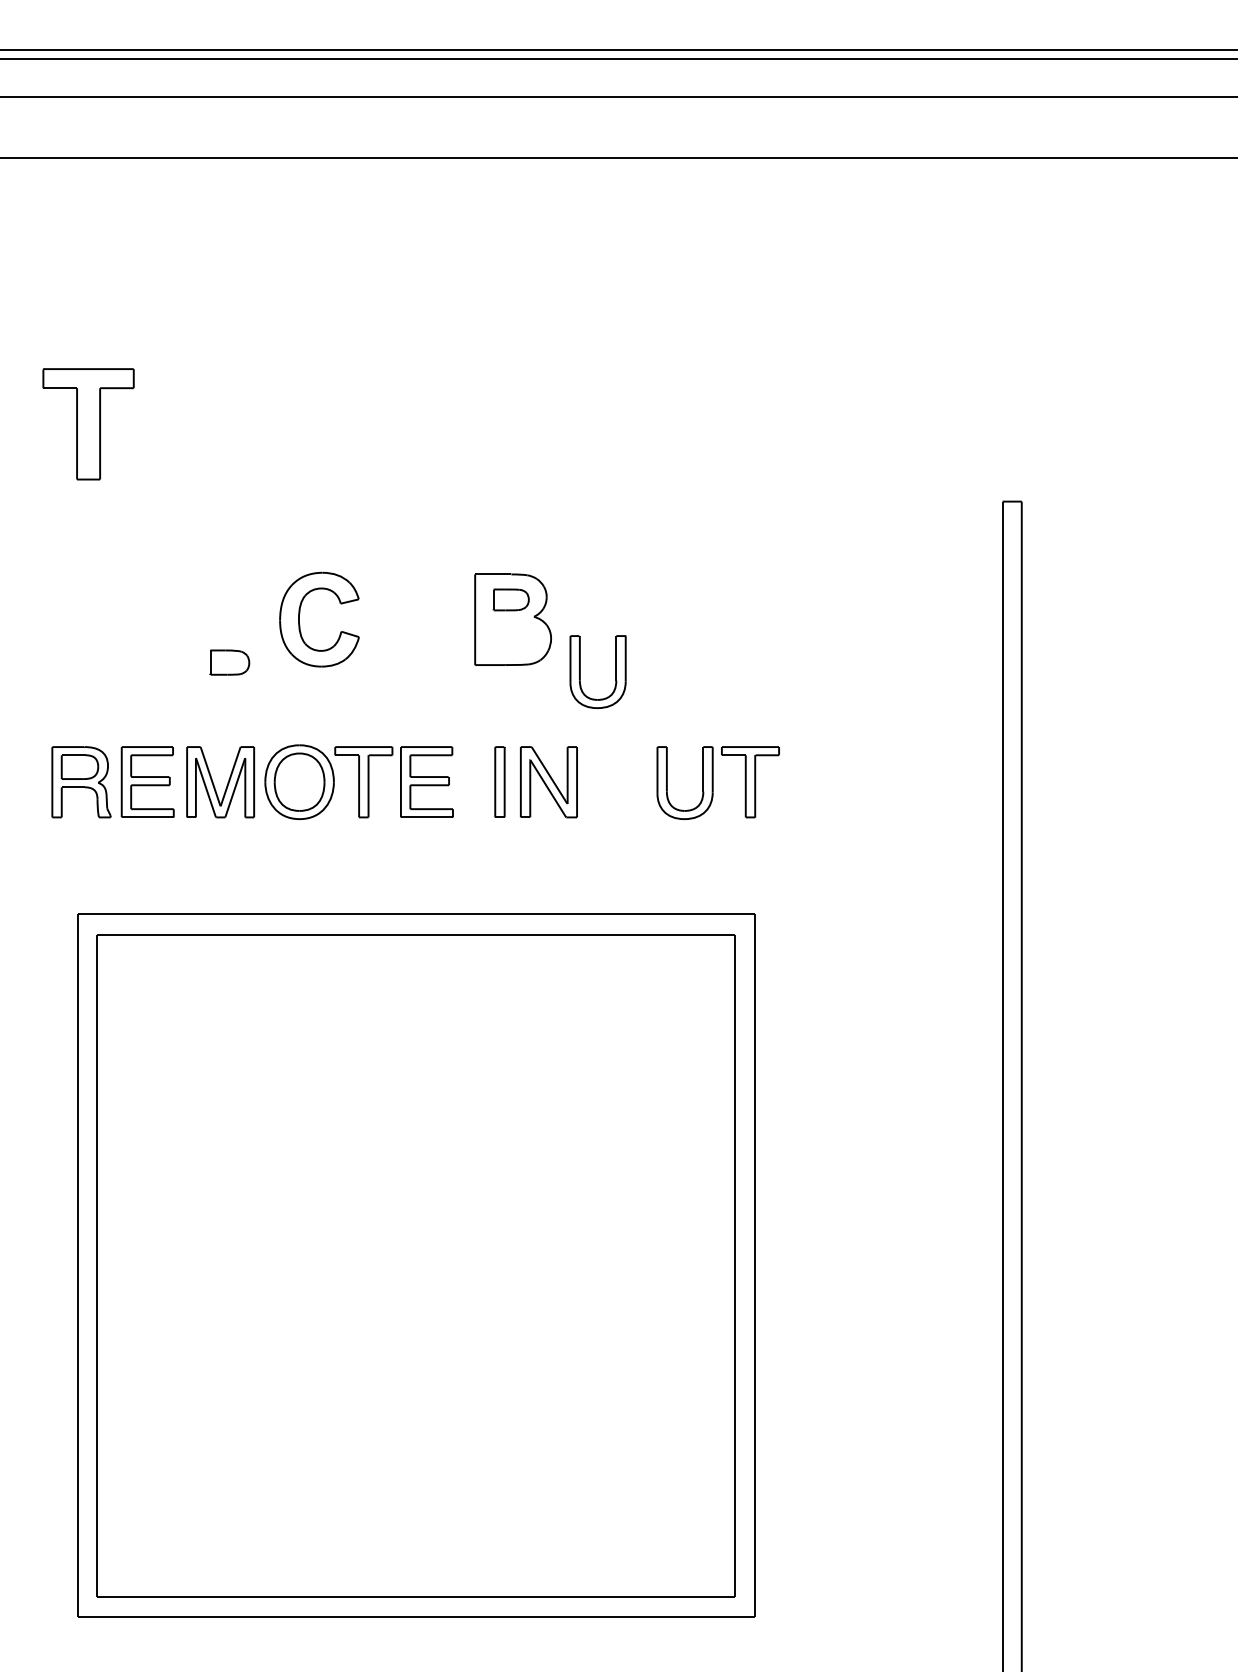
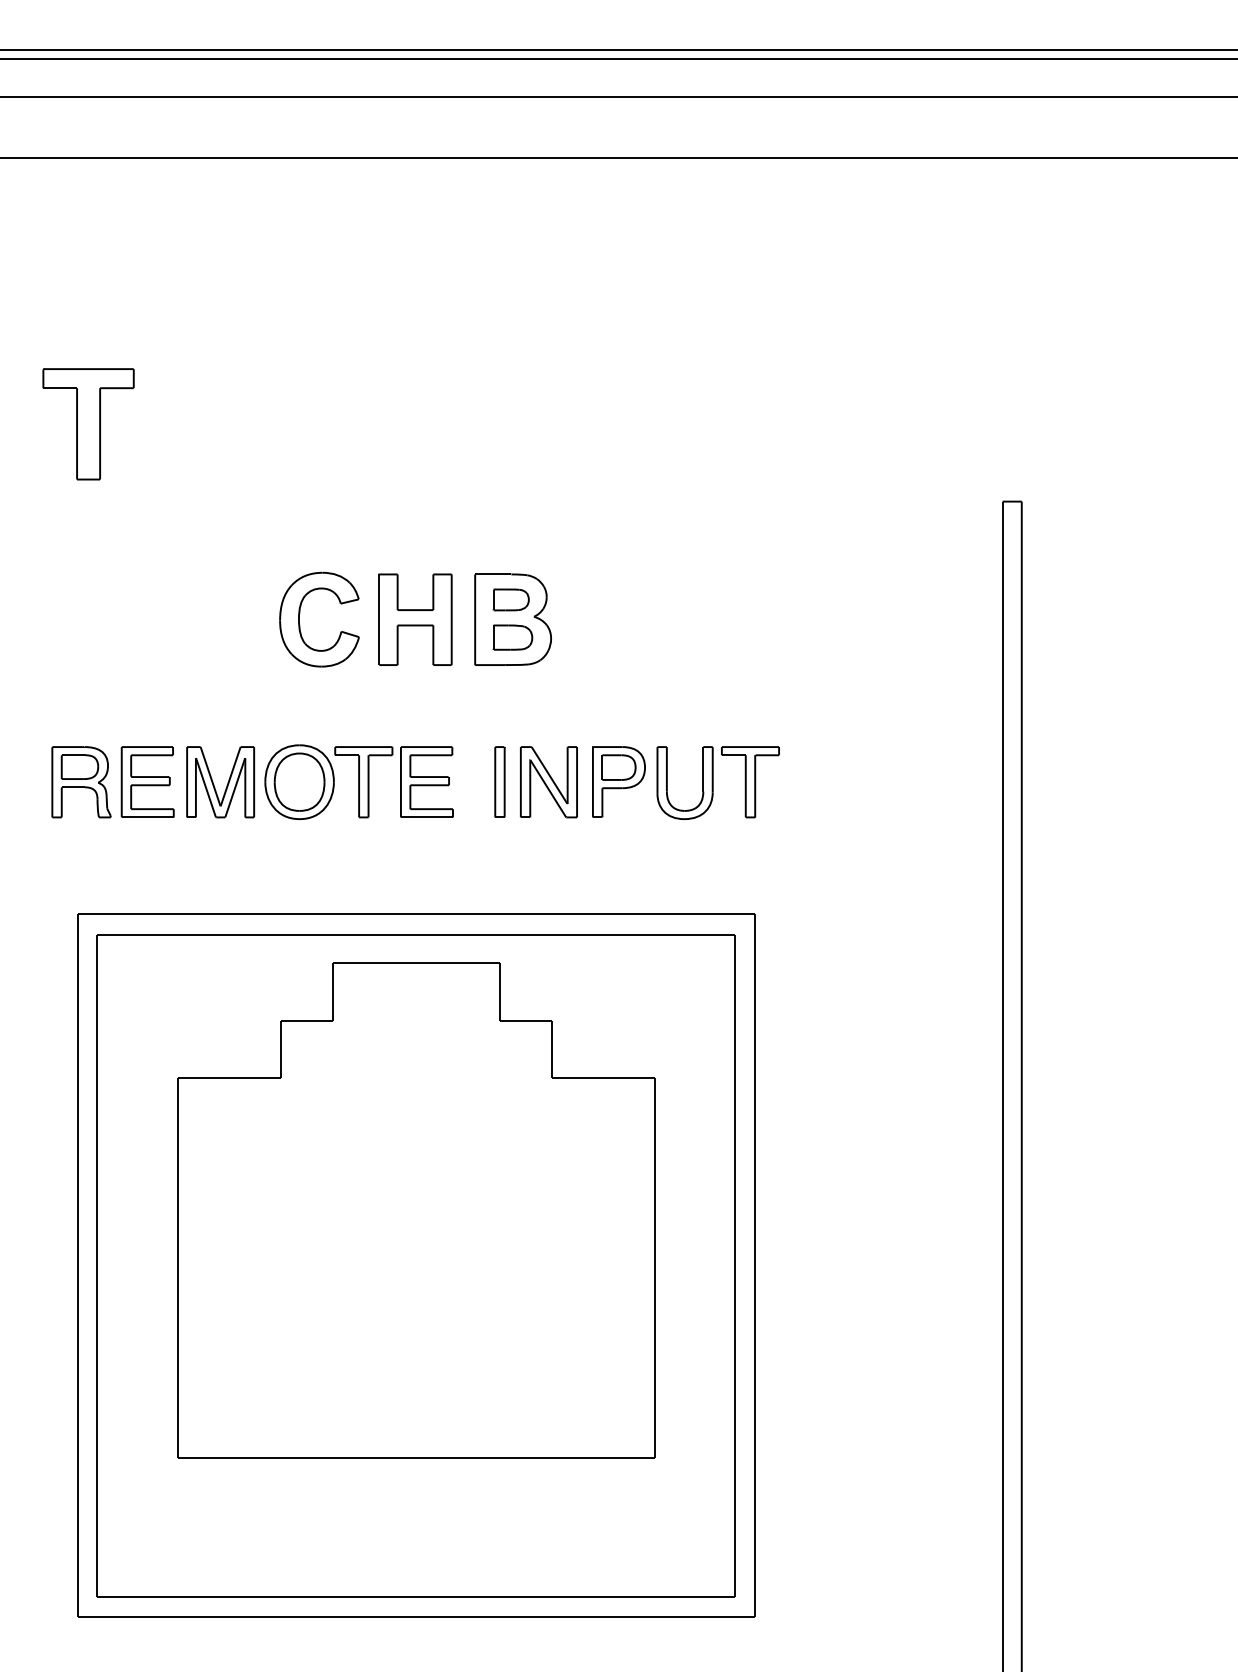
part at (415, 619): none -> present
part at (229, 662) position: (229, 662) -> (512, 637)
part at (580, 671): present -> none
part at (618, 781): none -> present
part at (416, 1210): none -> present
